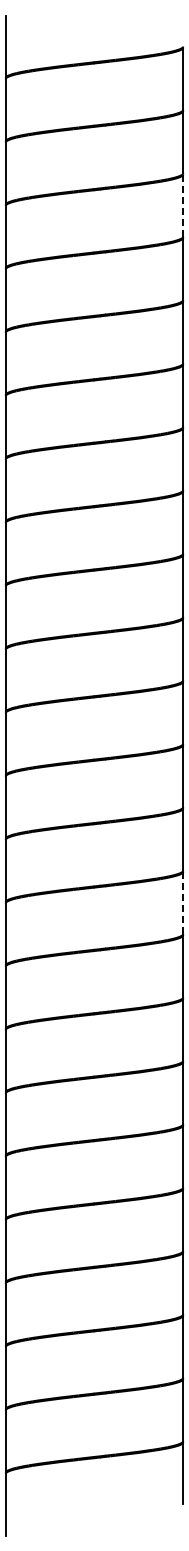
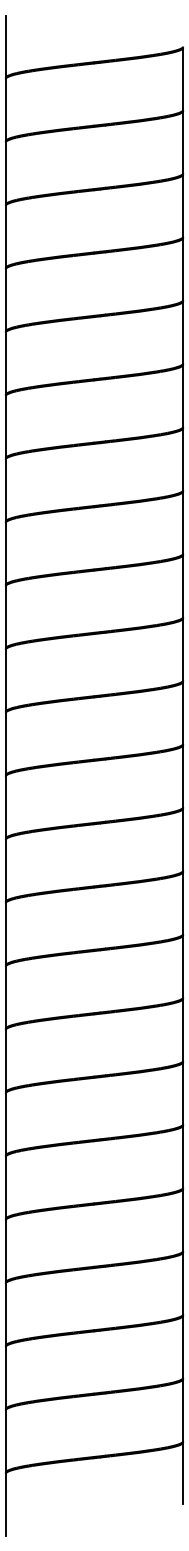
line at (183, 205): dashed -> solid
line at (183, 902): dashed -> solid
